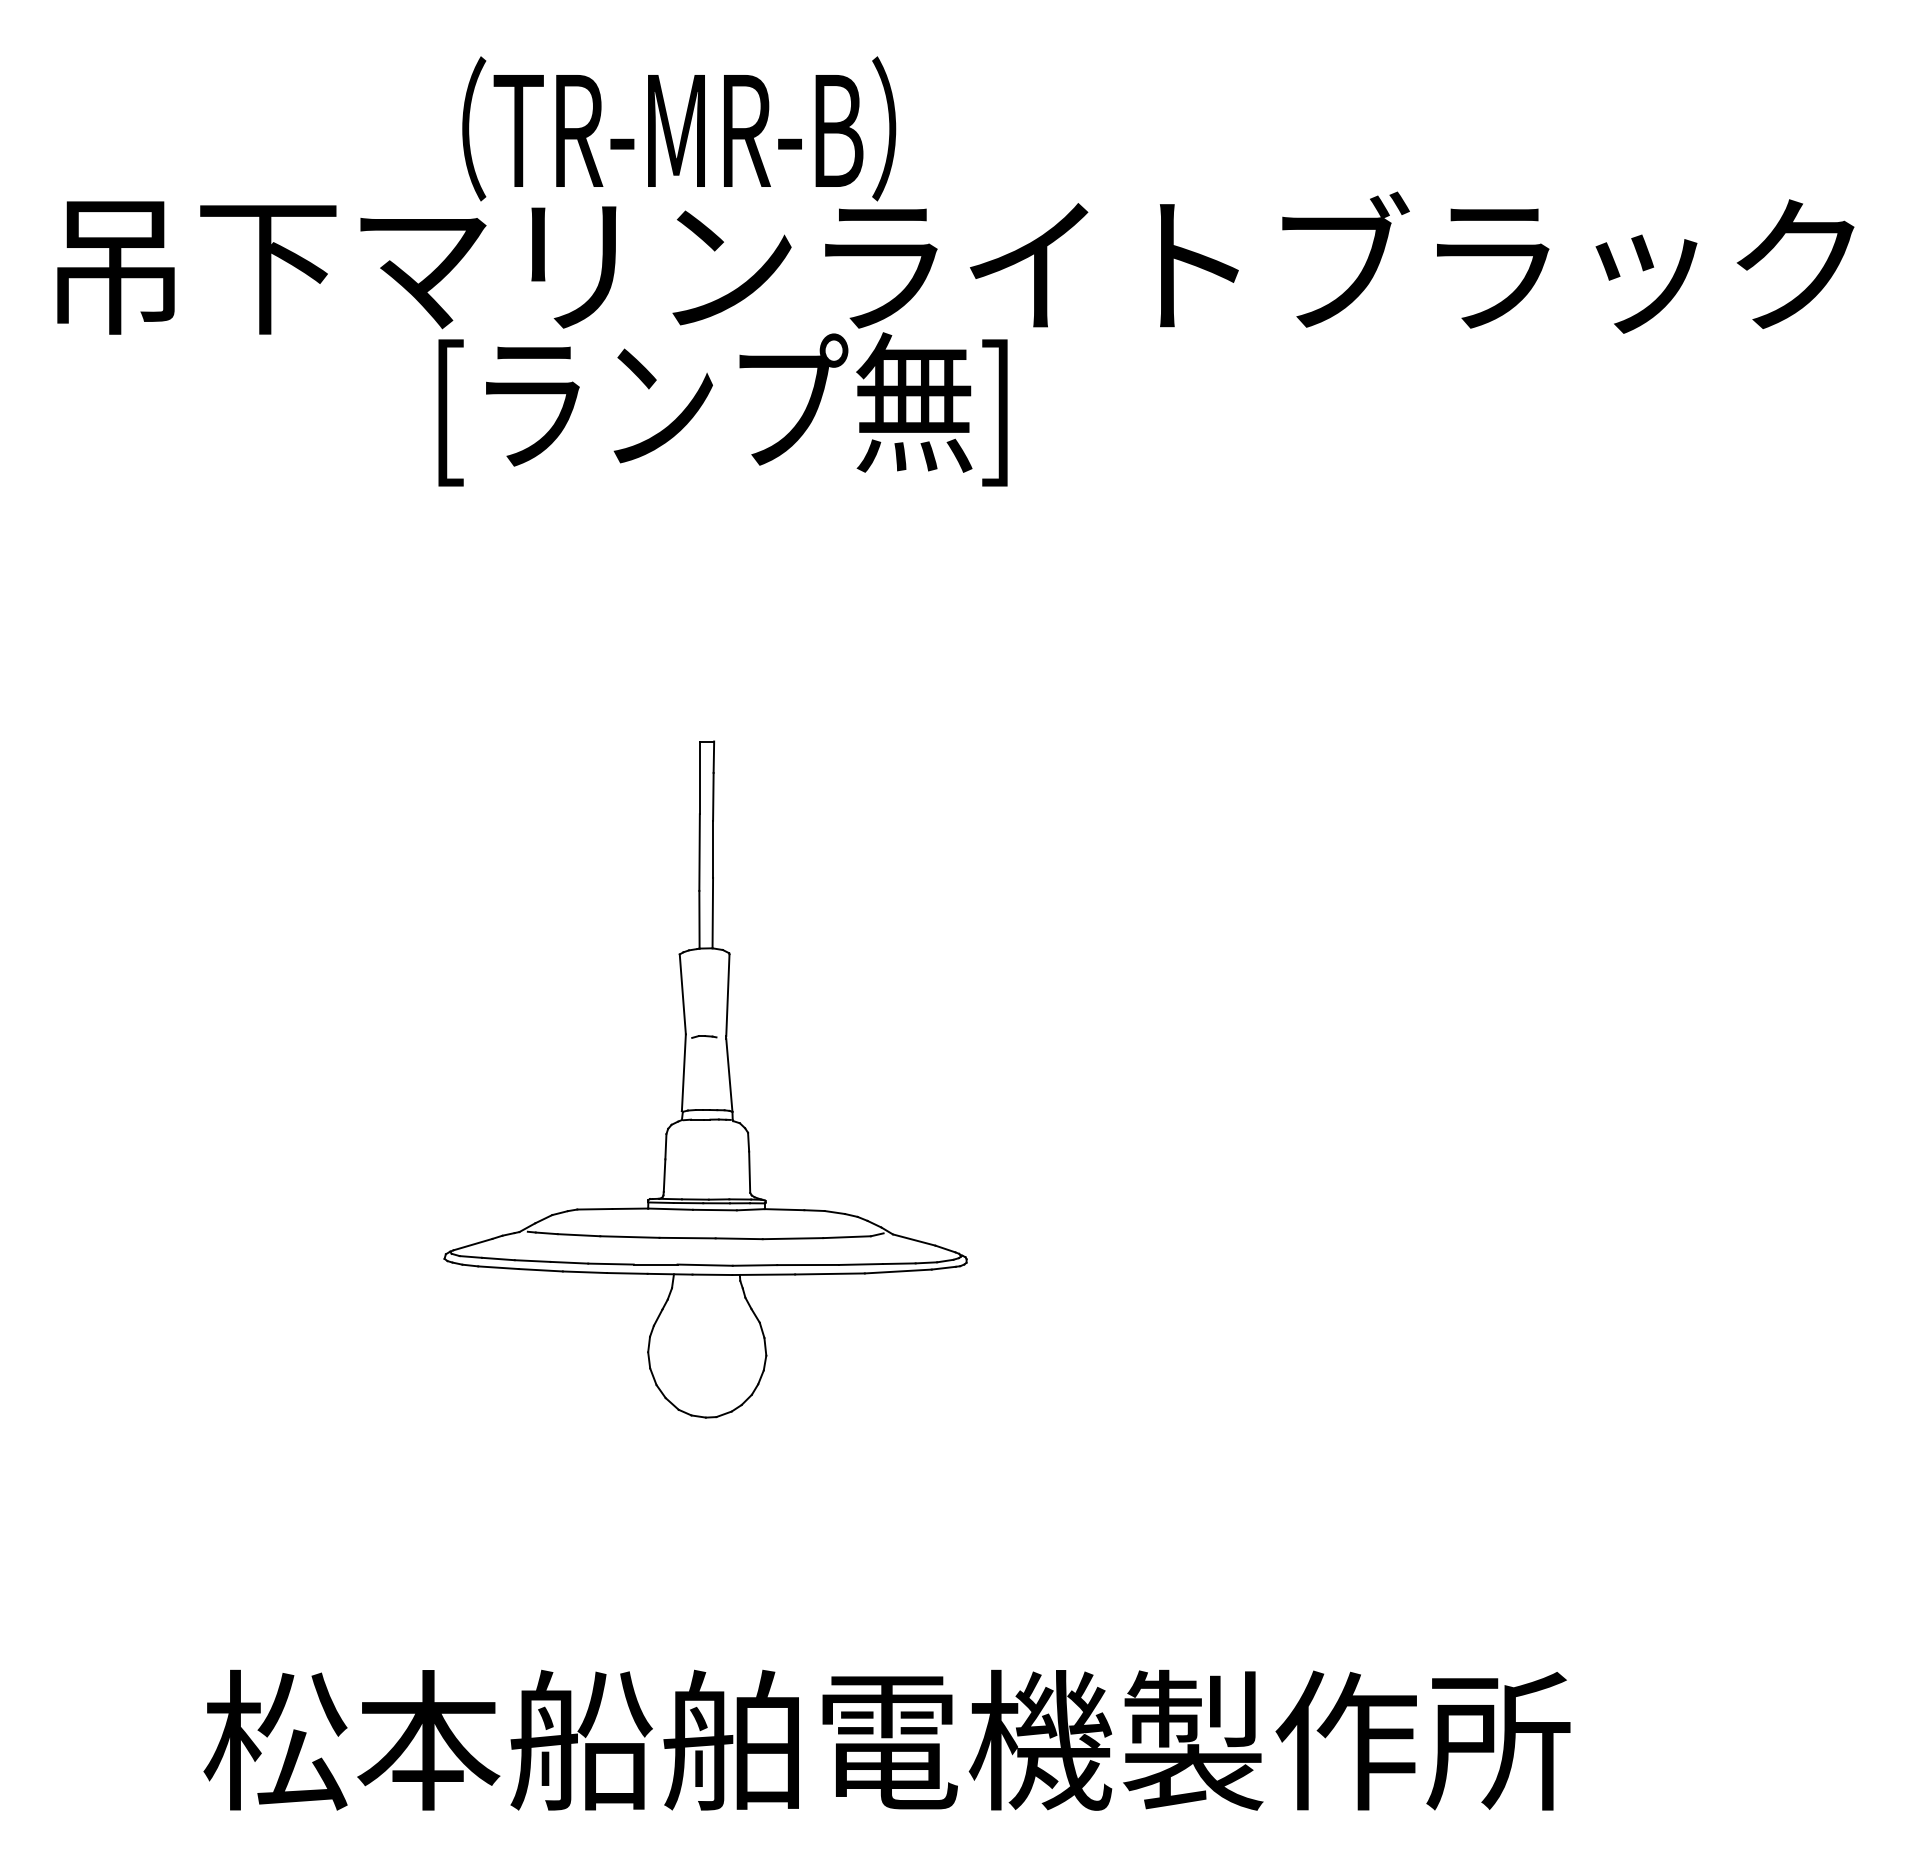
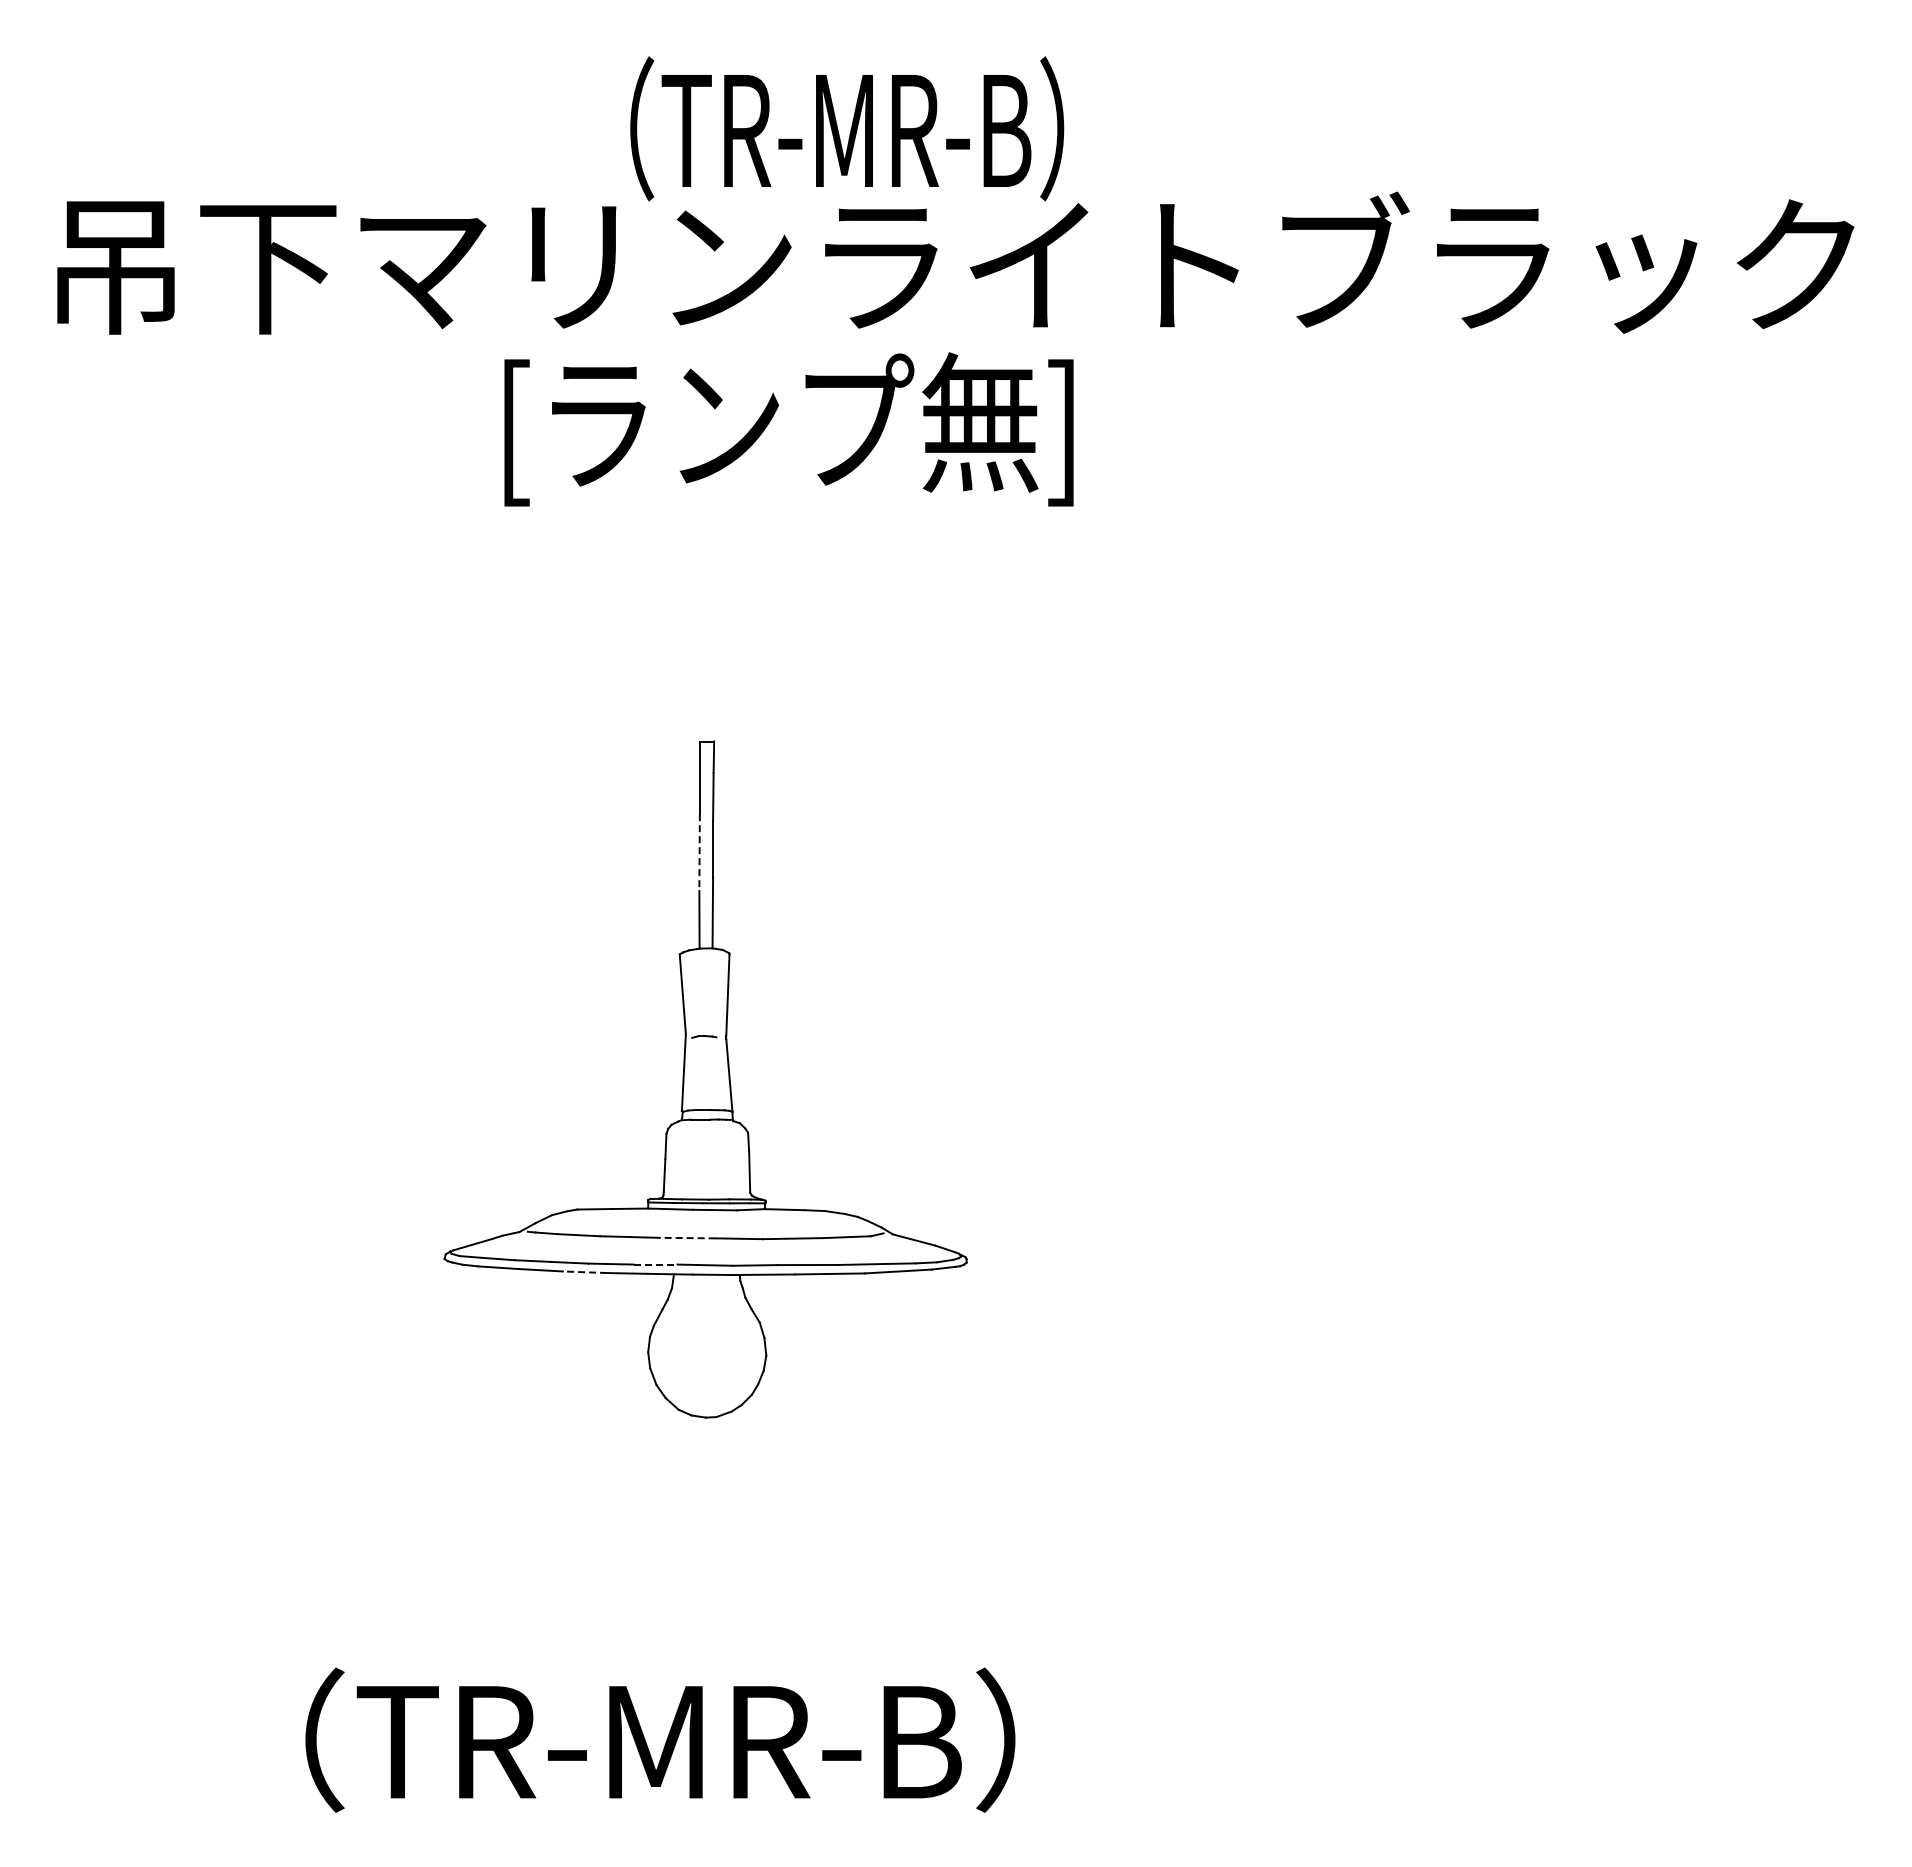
text at (679, 128) position: (679, 128) -> (847, 128)
text at (722, 409) position: (722, 409) -> (788, 429)
line at (699, 853): solid -> dashed
line at (687, 1238): solid -> dashed
line at (655, 1264): solid -> dashed
line at (584, 1272): solid -> dashed
text at (886, 1739): 松本船舶電機製作所 -> （TR-MR-B）
